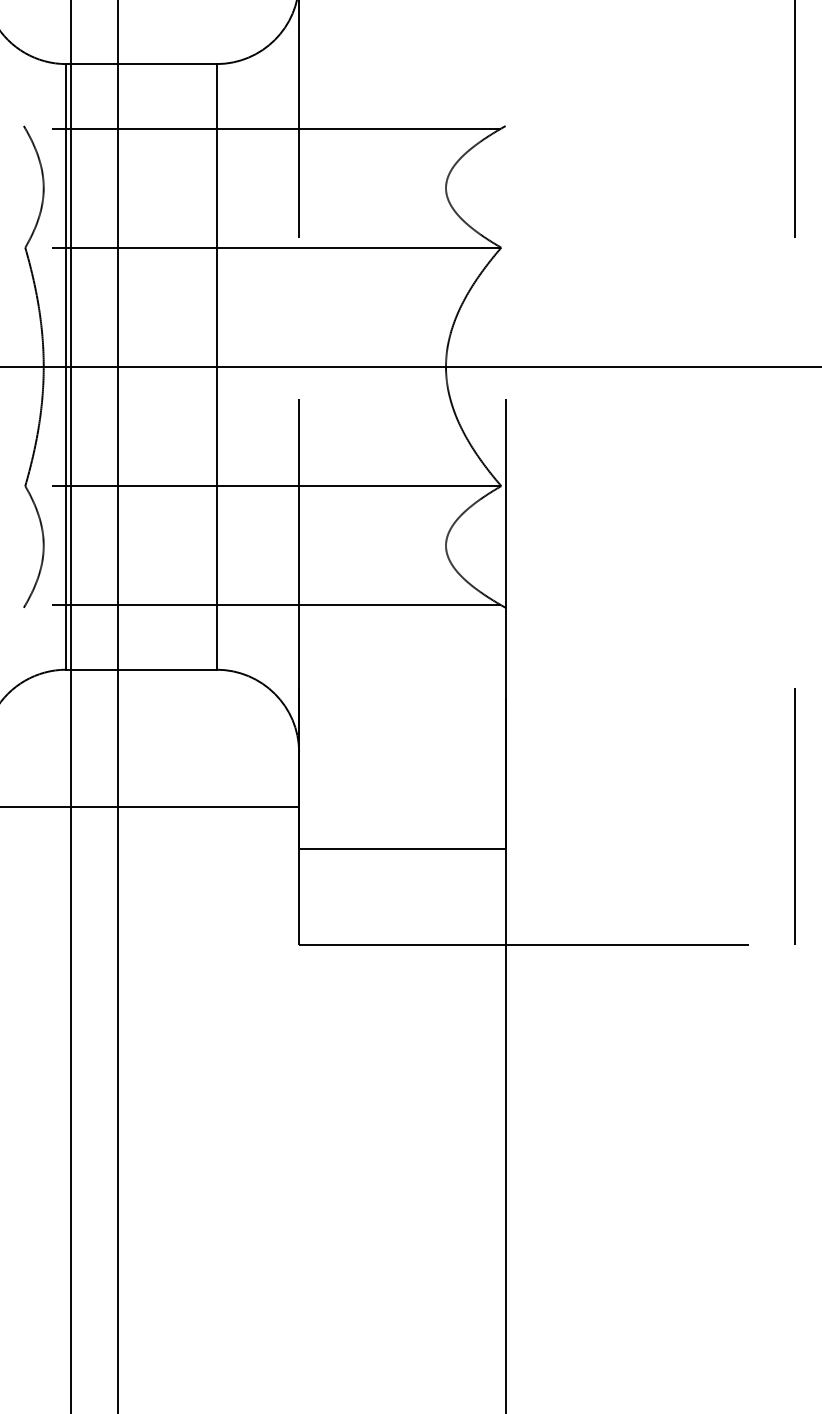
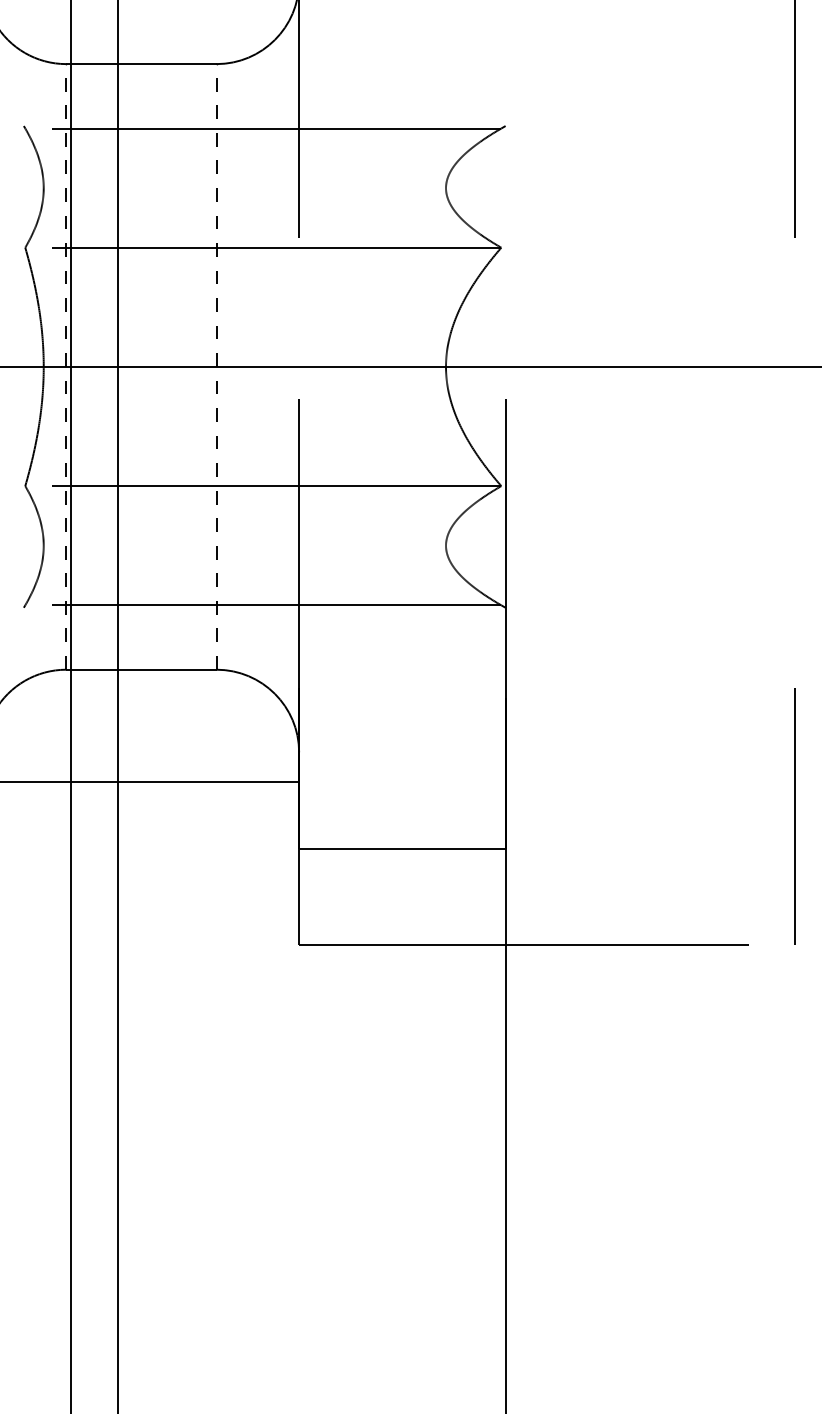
line at (66, 366): solid -> dashed
line at (216, 366): solid -> dashed
line at (150, 807) position: (150, 807) -> (150, 782)
